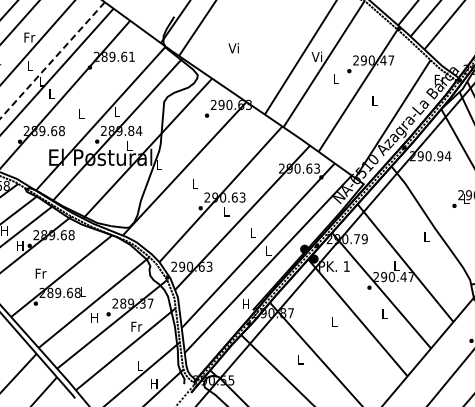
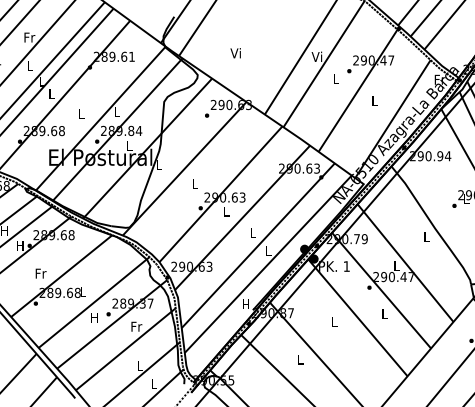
text at (233, 48) position: (233, 48) -> (235, 53)
line at (52, 60): dashed -> solid
text at (154, 383): H -> L
